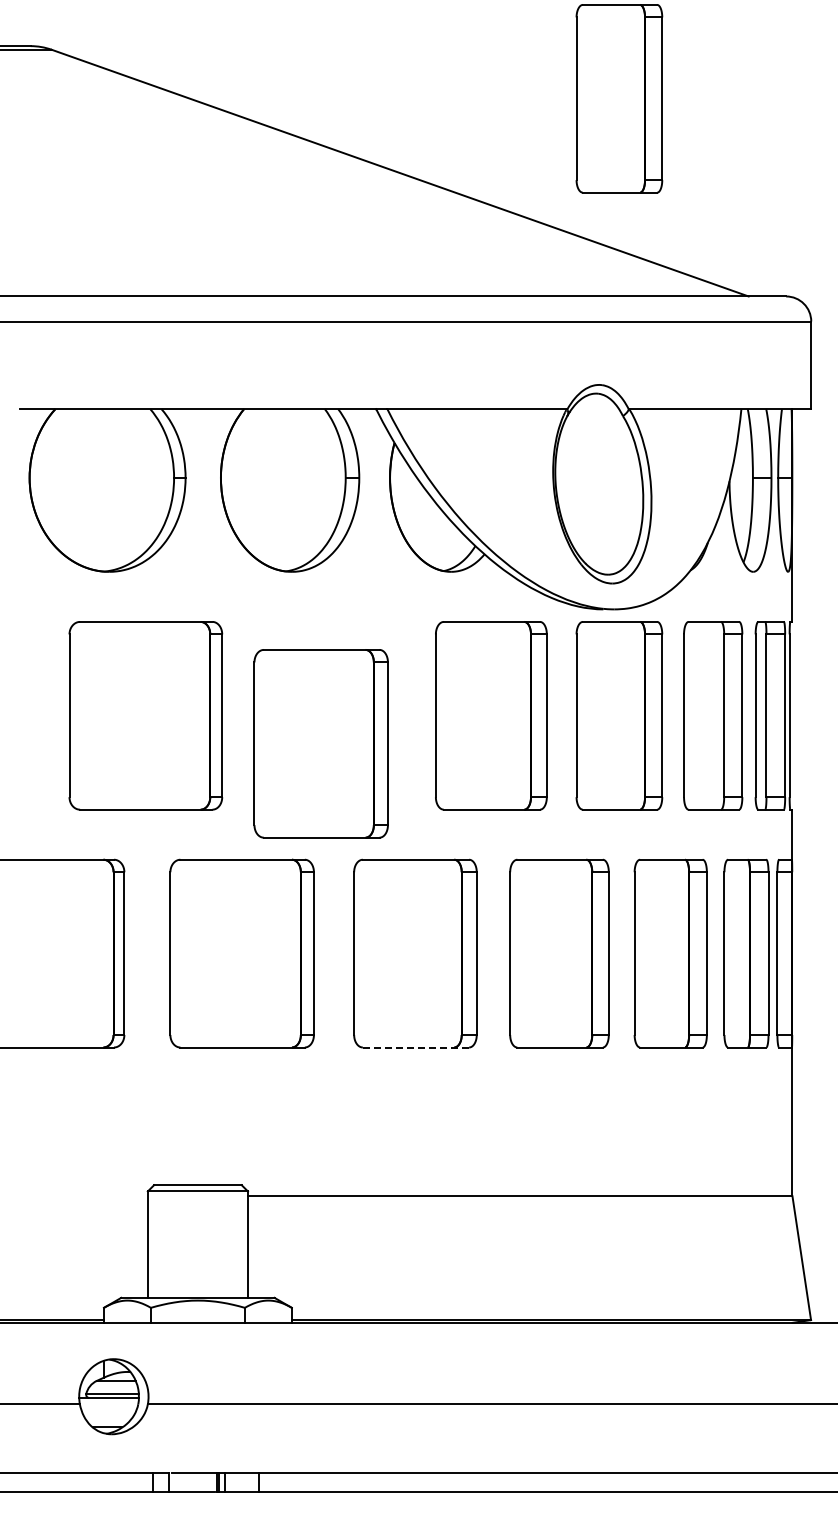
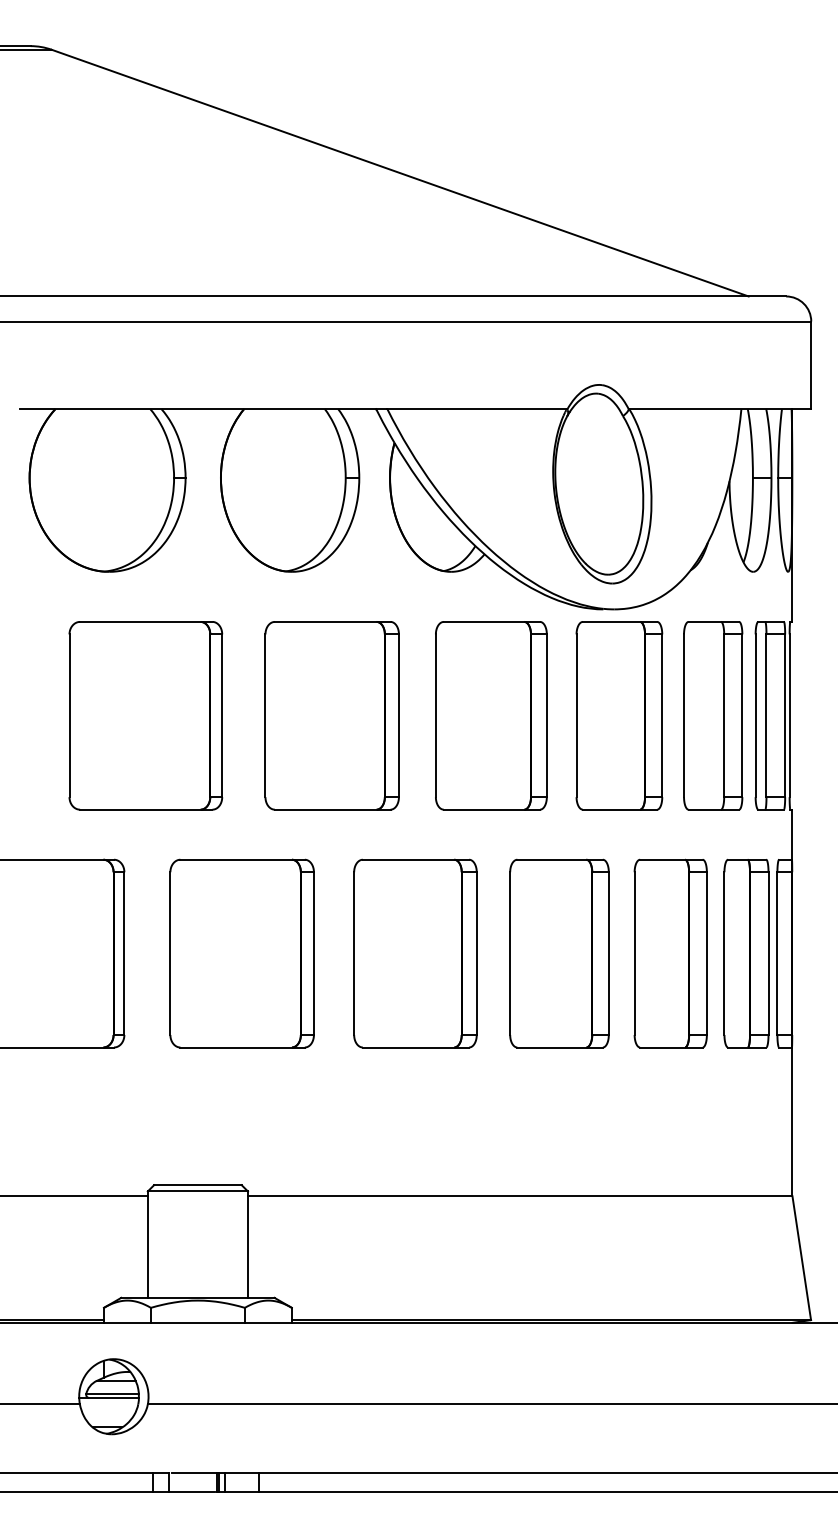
part at (619, 98): present -> none
part at (320, 743) position: (320, 743) -> (331, 715)
line at (416, 1047): dashed -> solid
line at (74, 1196): none -> present
